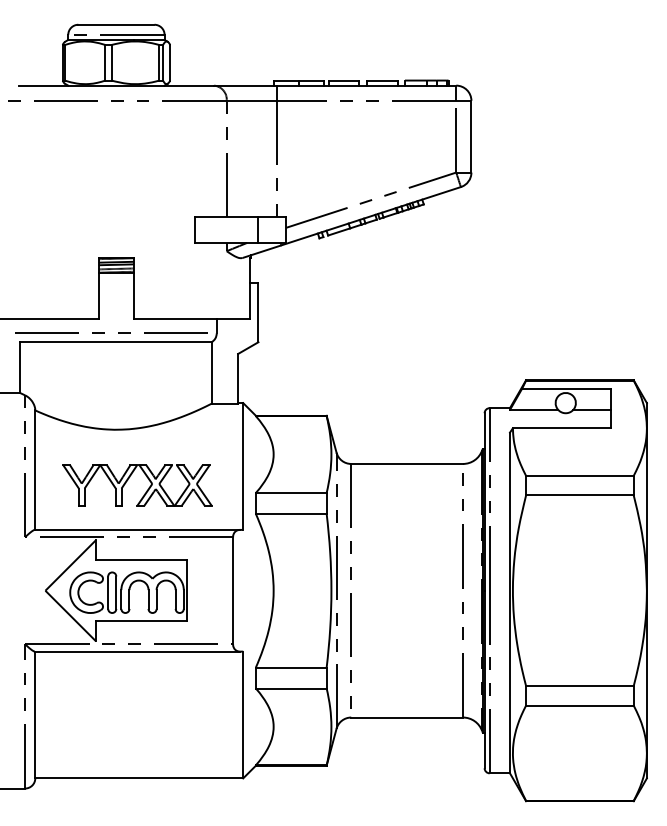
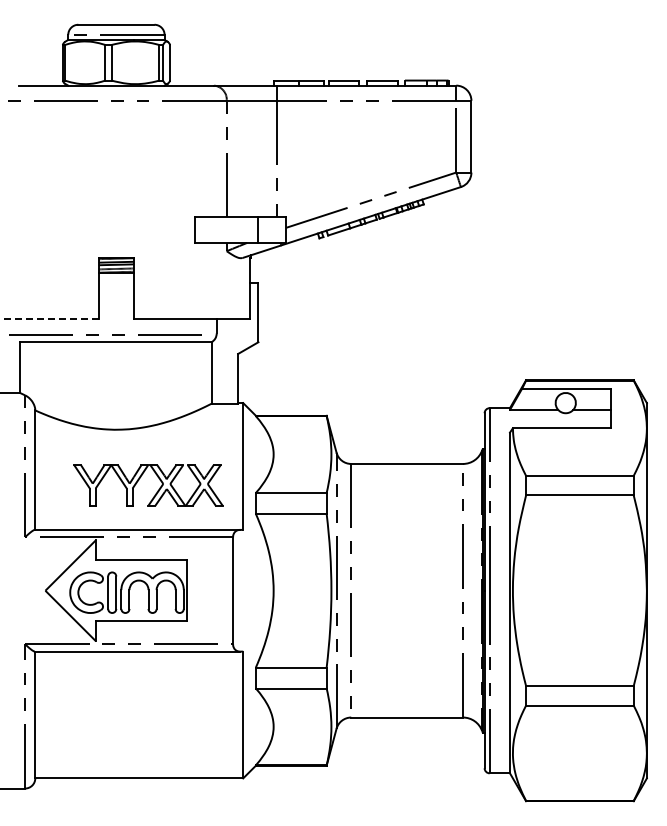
line at (48, 318): solid -> dashed
line at (104, 332) position: (104, 332) -> (98, 334)
part at (128, 480) position: (128, 480) -> (139, 480)
